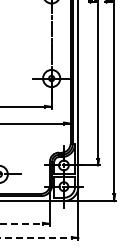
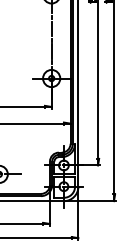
line at (25, 223): dashed -> solid
line at (39, 238): dashed -> solid
